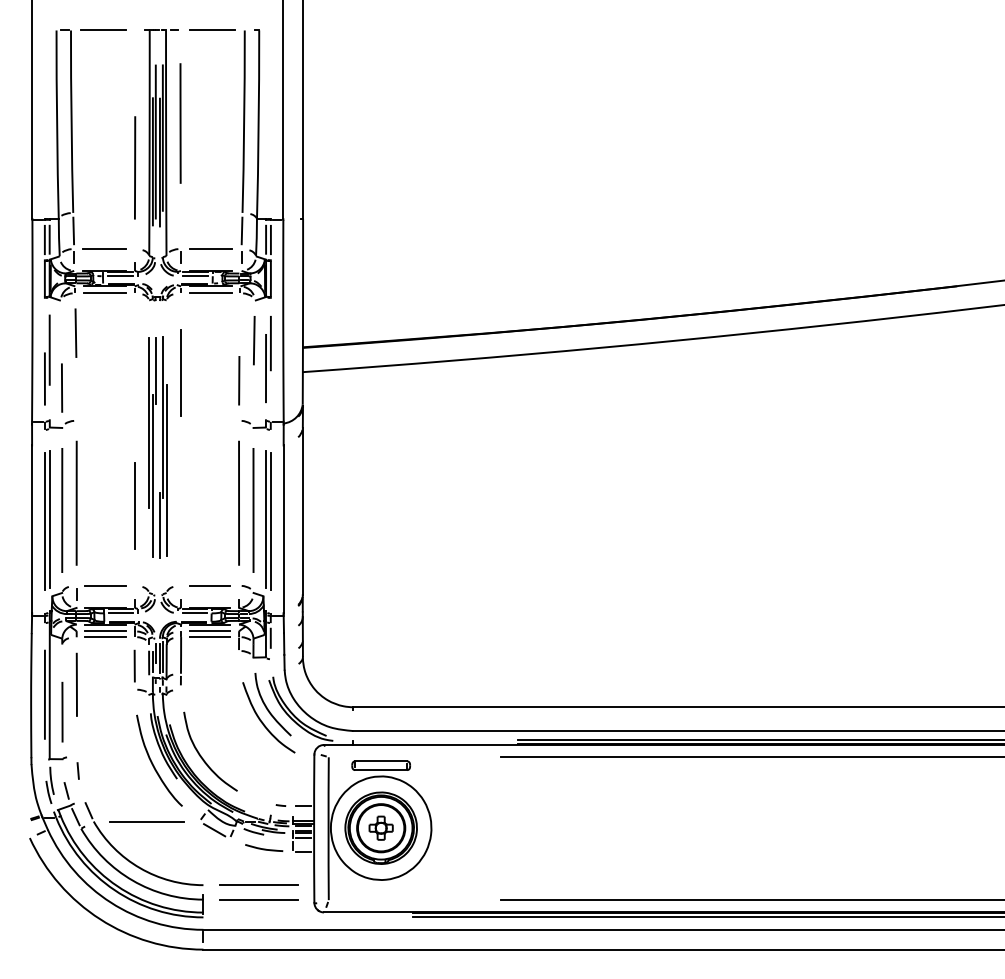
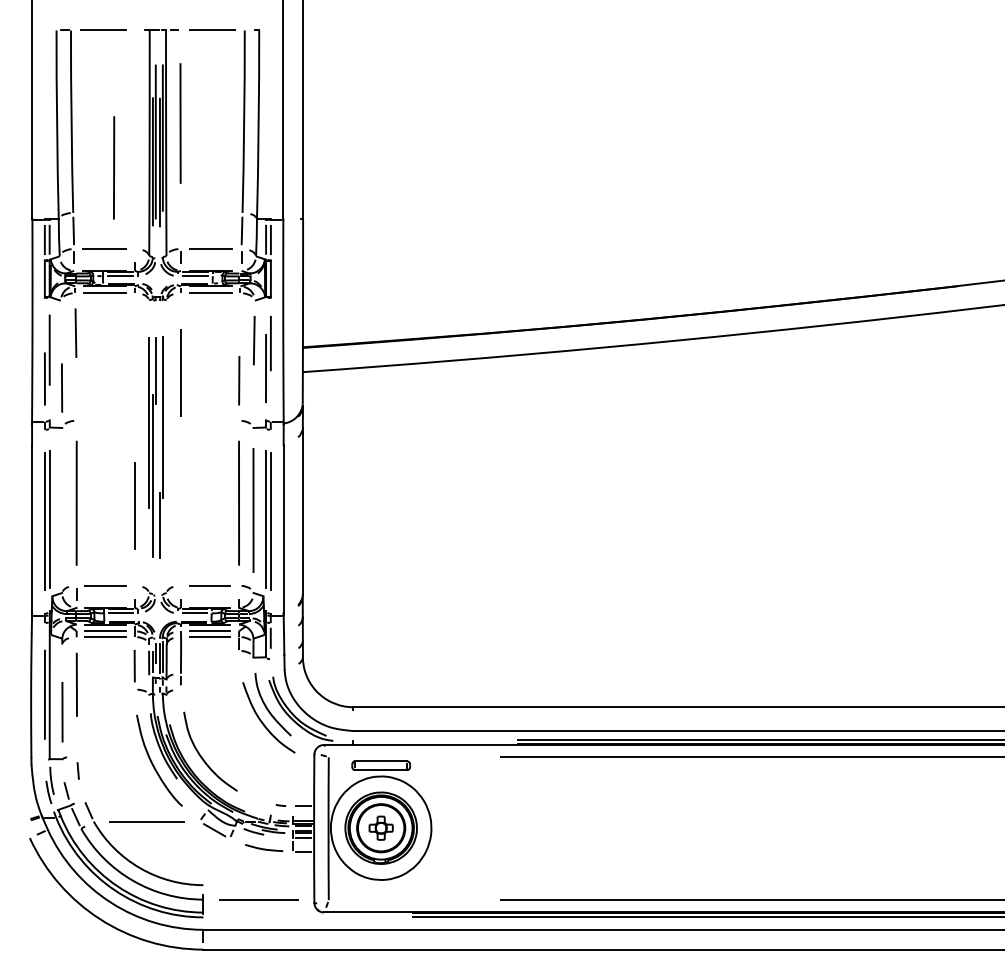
line at (135, 167) position: (135, 167) -> (114, 167)
line at (166, 470): present -> none
line at (62, 510): present -> none
line at (258, 885): present -> none
